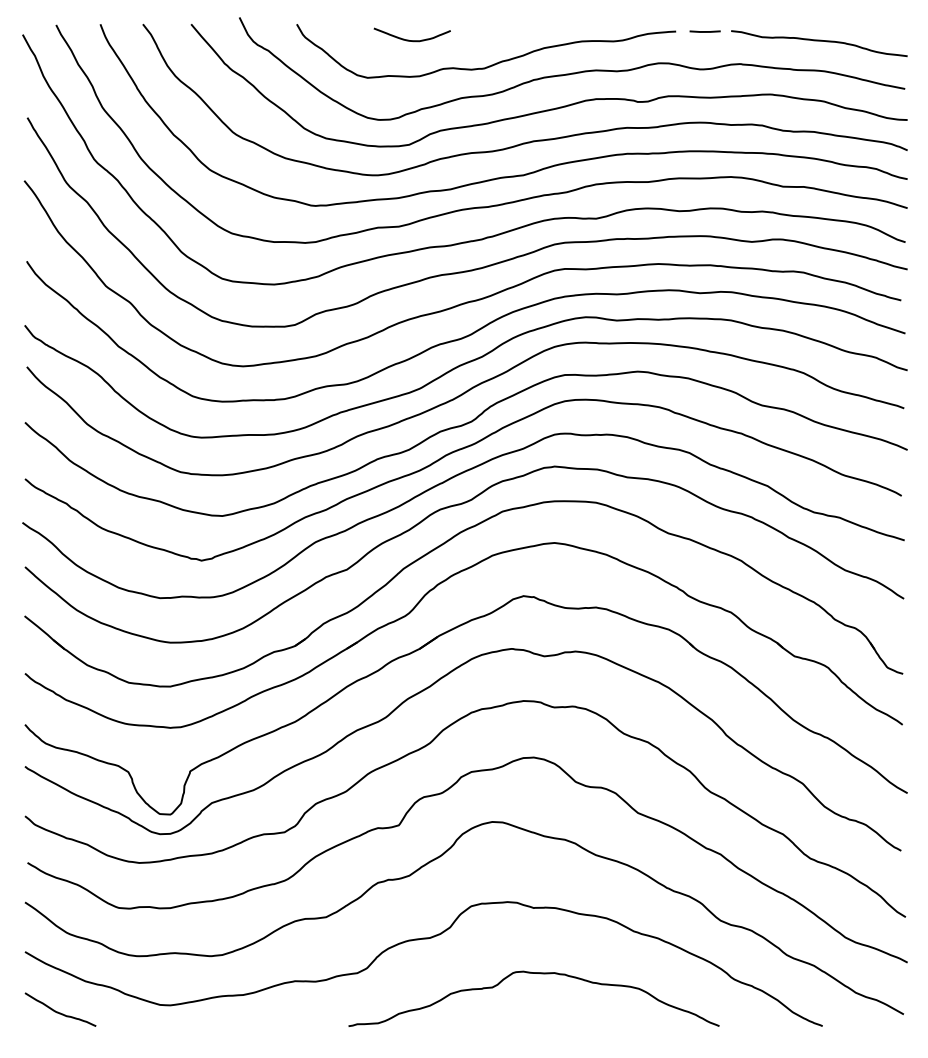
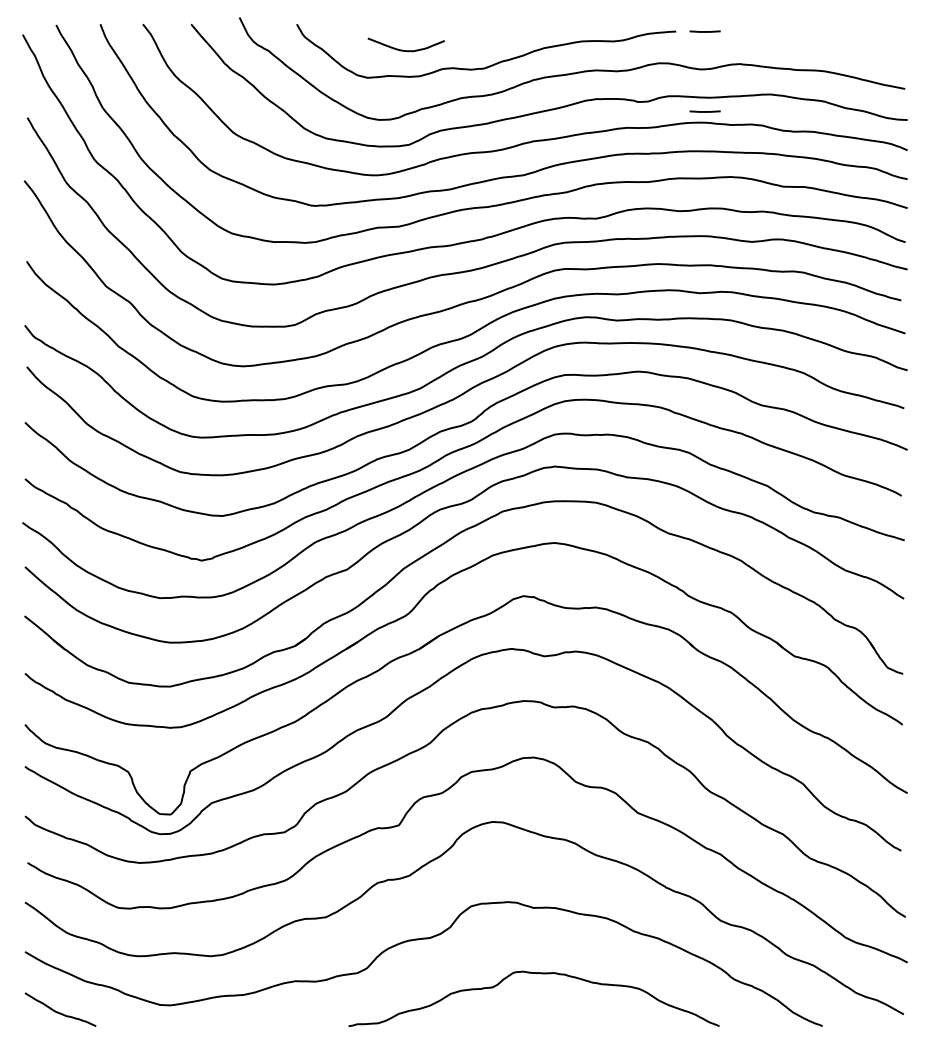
curve at (408, 39) position: (408, 39) -> (402, 49)
curve at (819, 41): present -> none
line at (704, 111): none -> present
